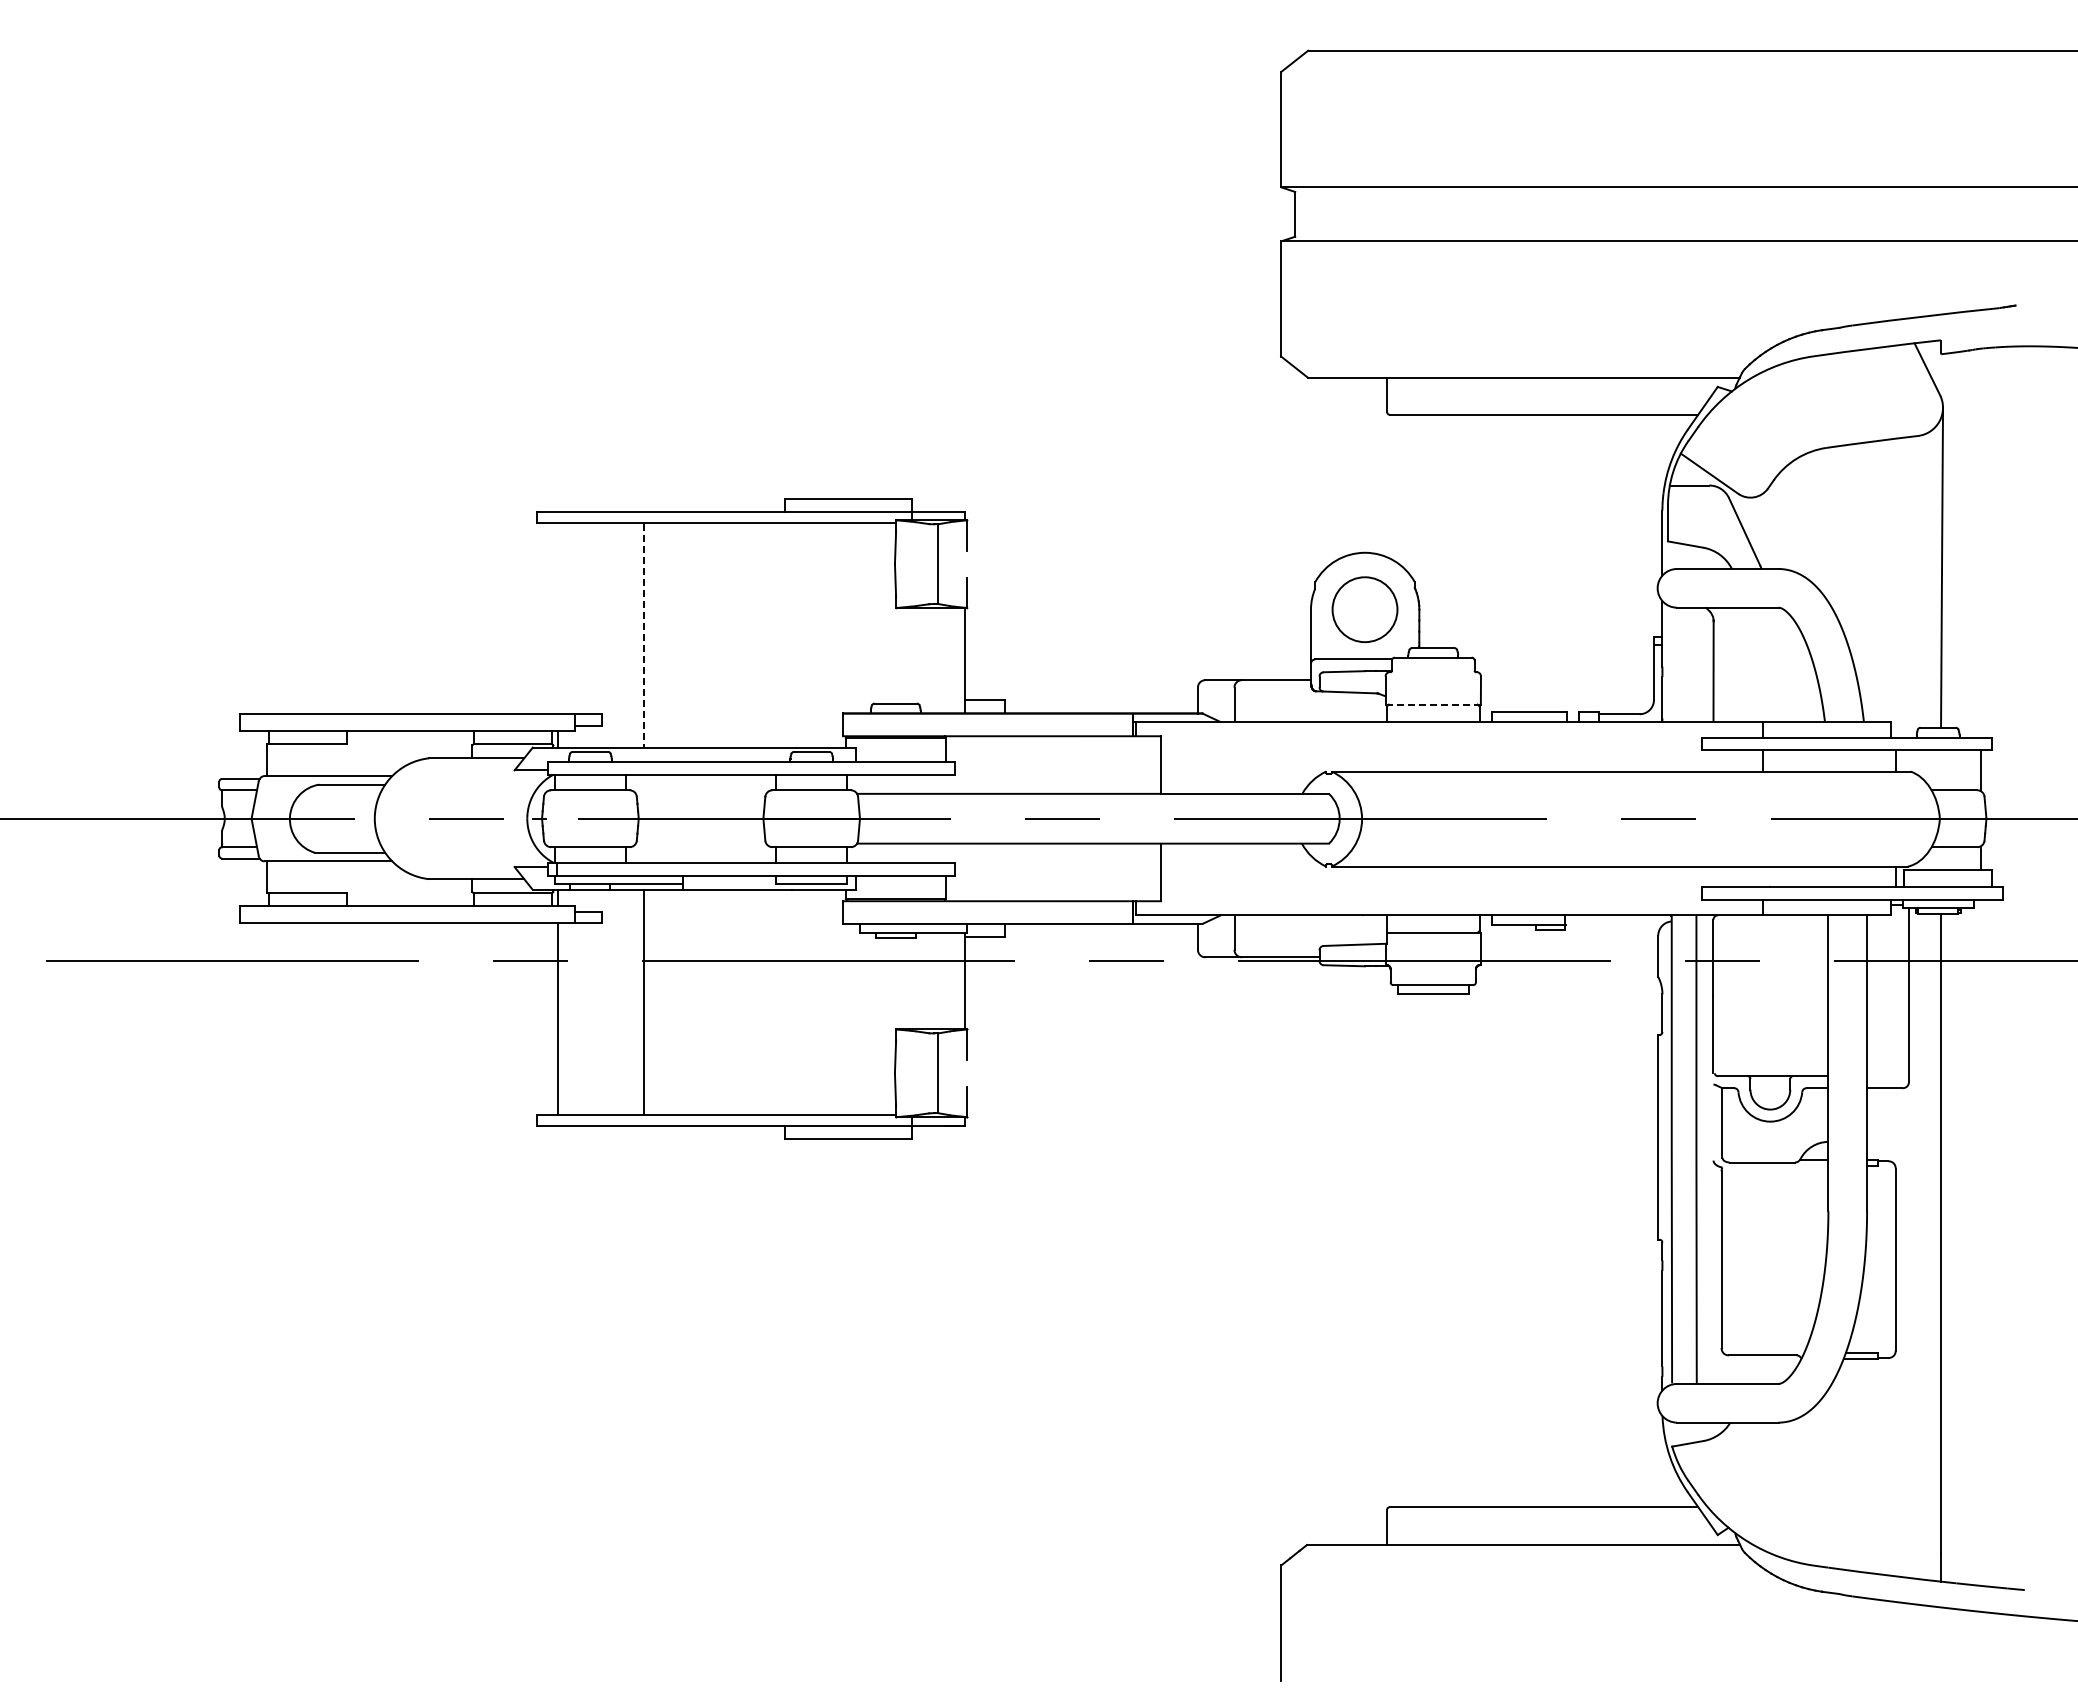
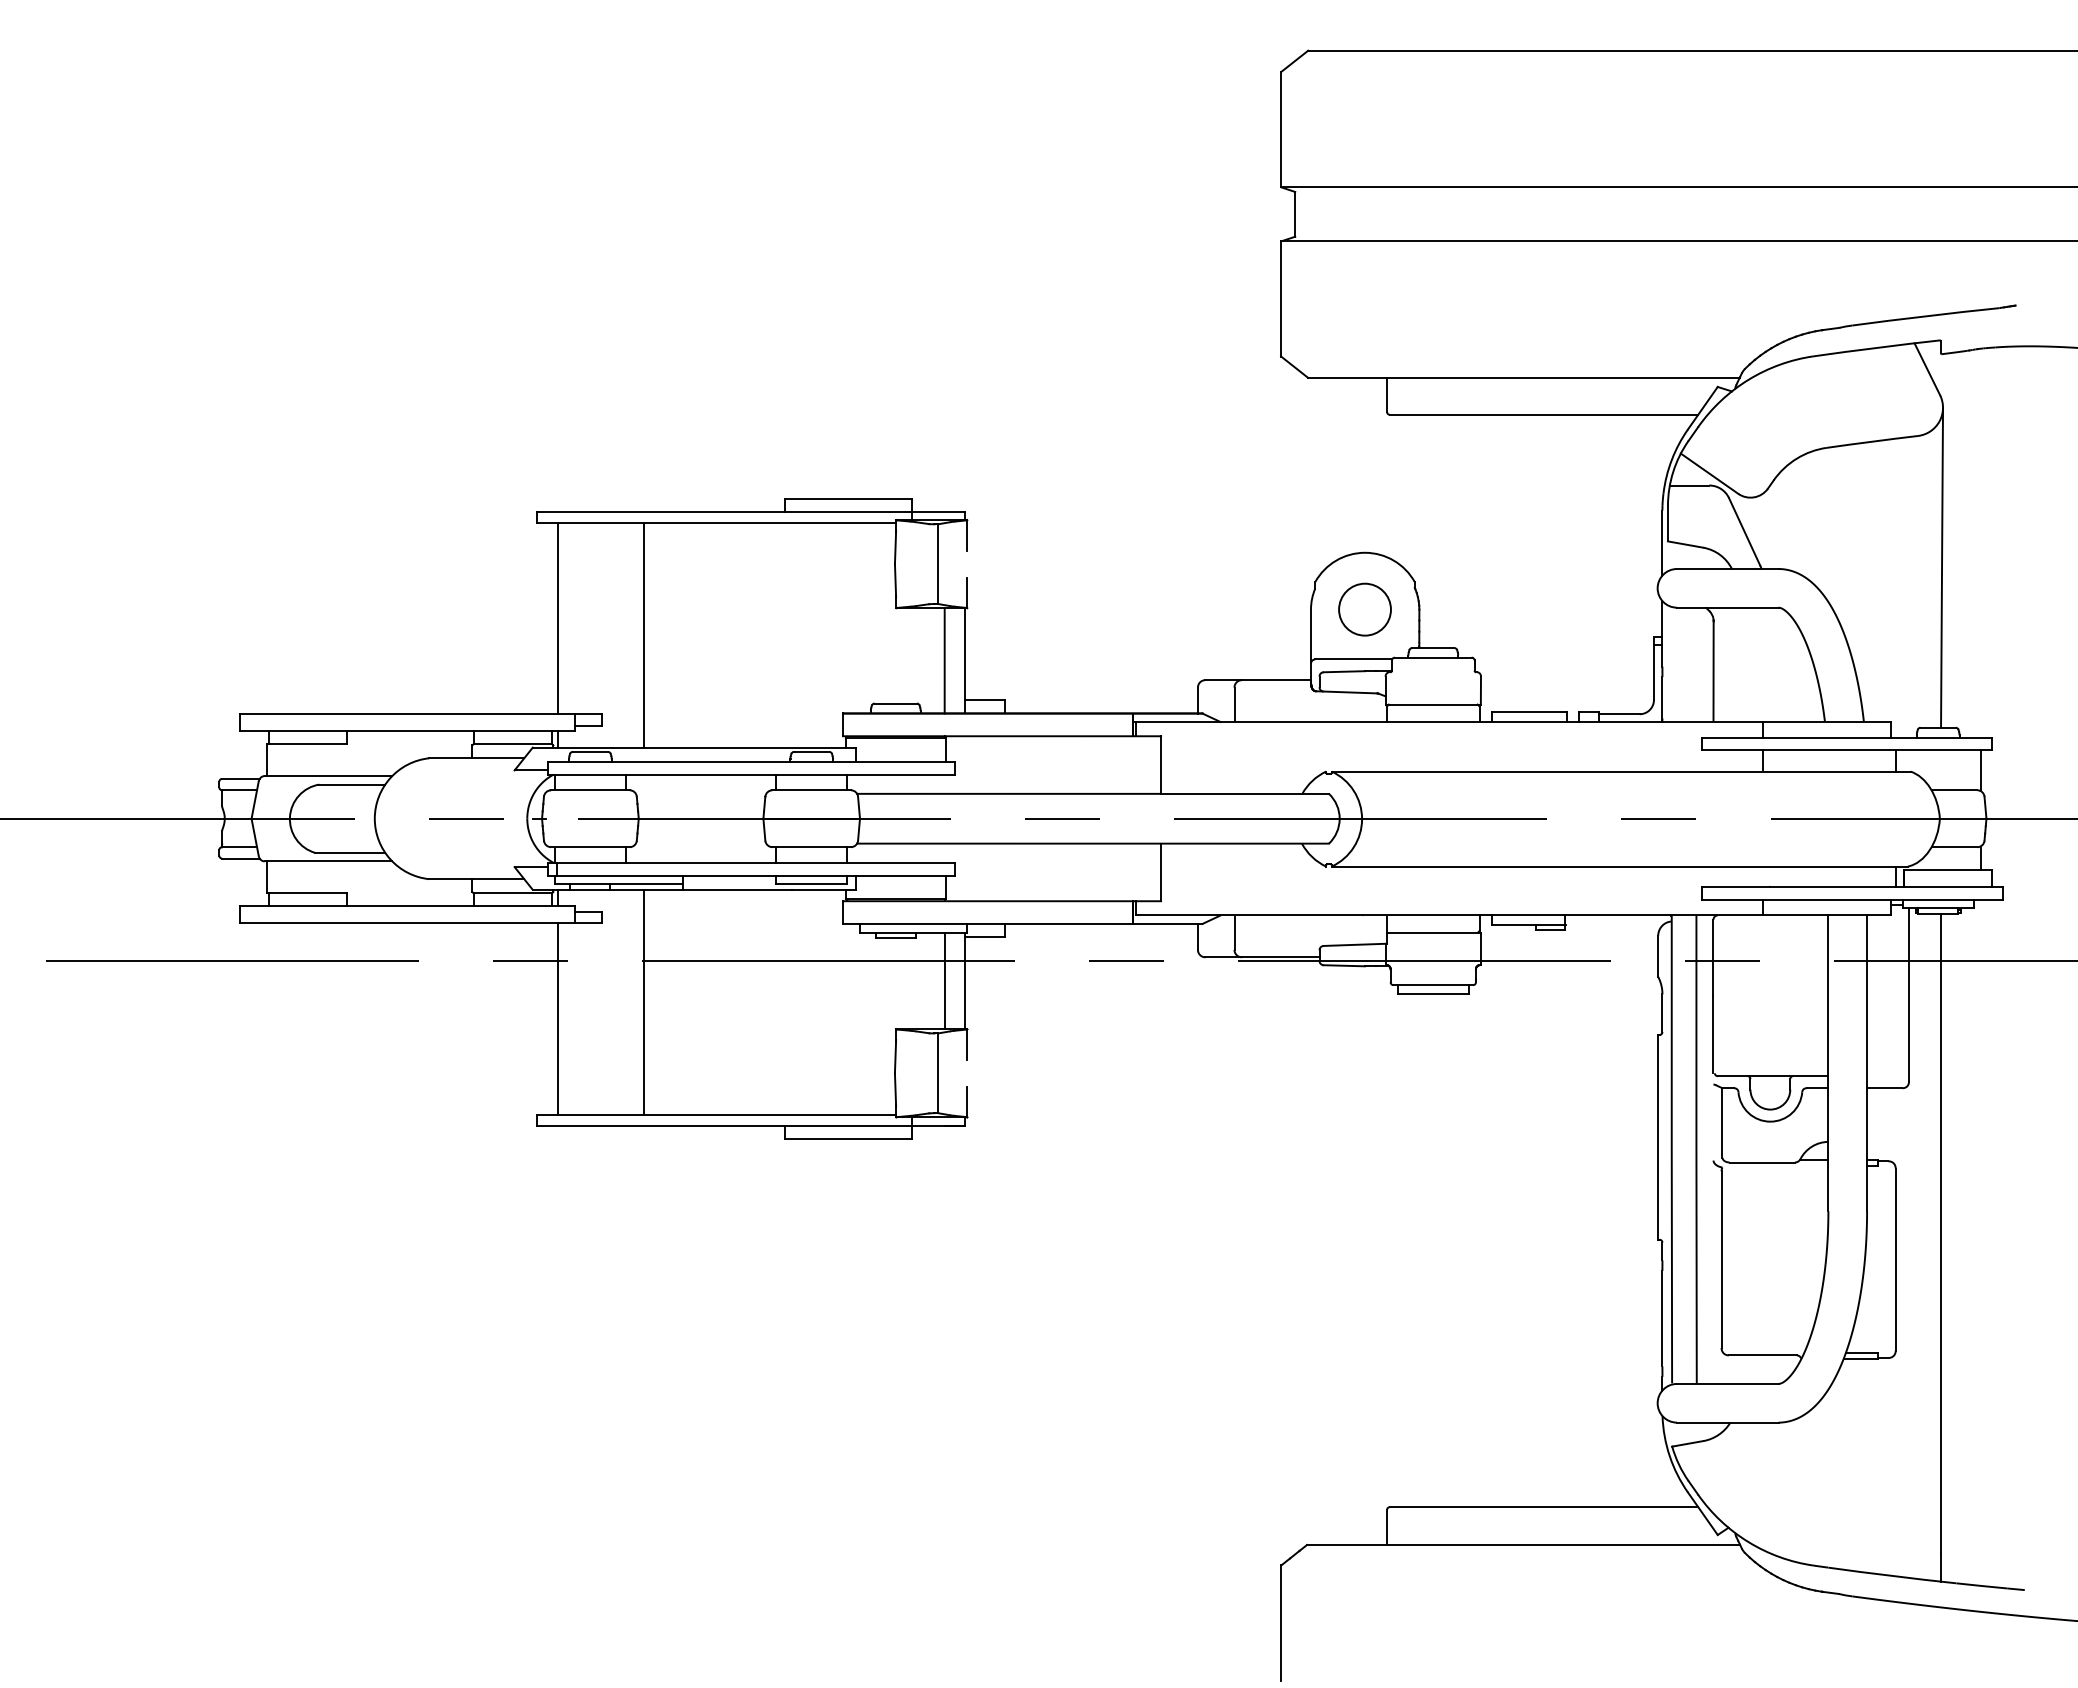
circle at (1364, 609) size: 68x67 px -> 54x55 px
line at (557, 618): none -> present
line at (643, 636): dashed -> solid
line at (944, 660): none -> present
line at (1432, 704): dashed -> solid
line at (944, 980): none -> present
